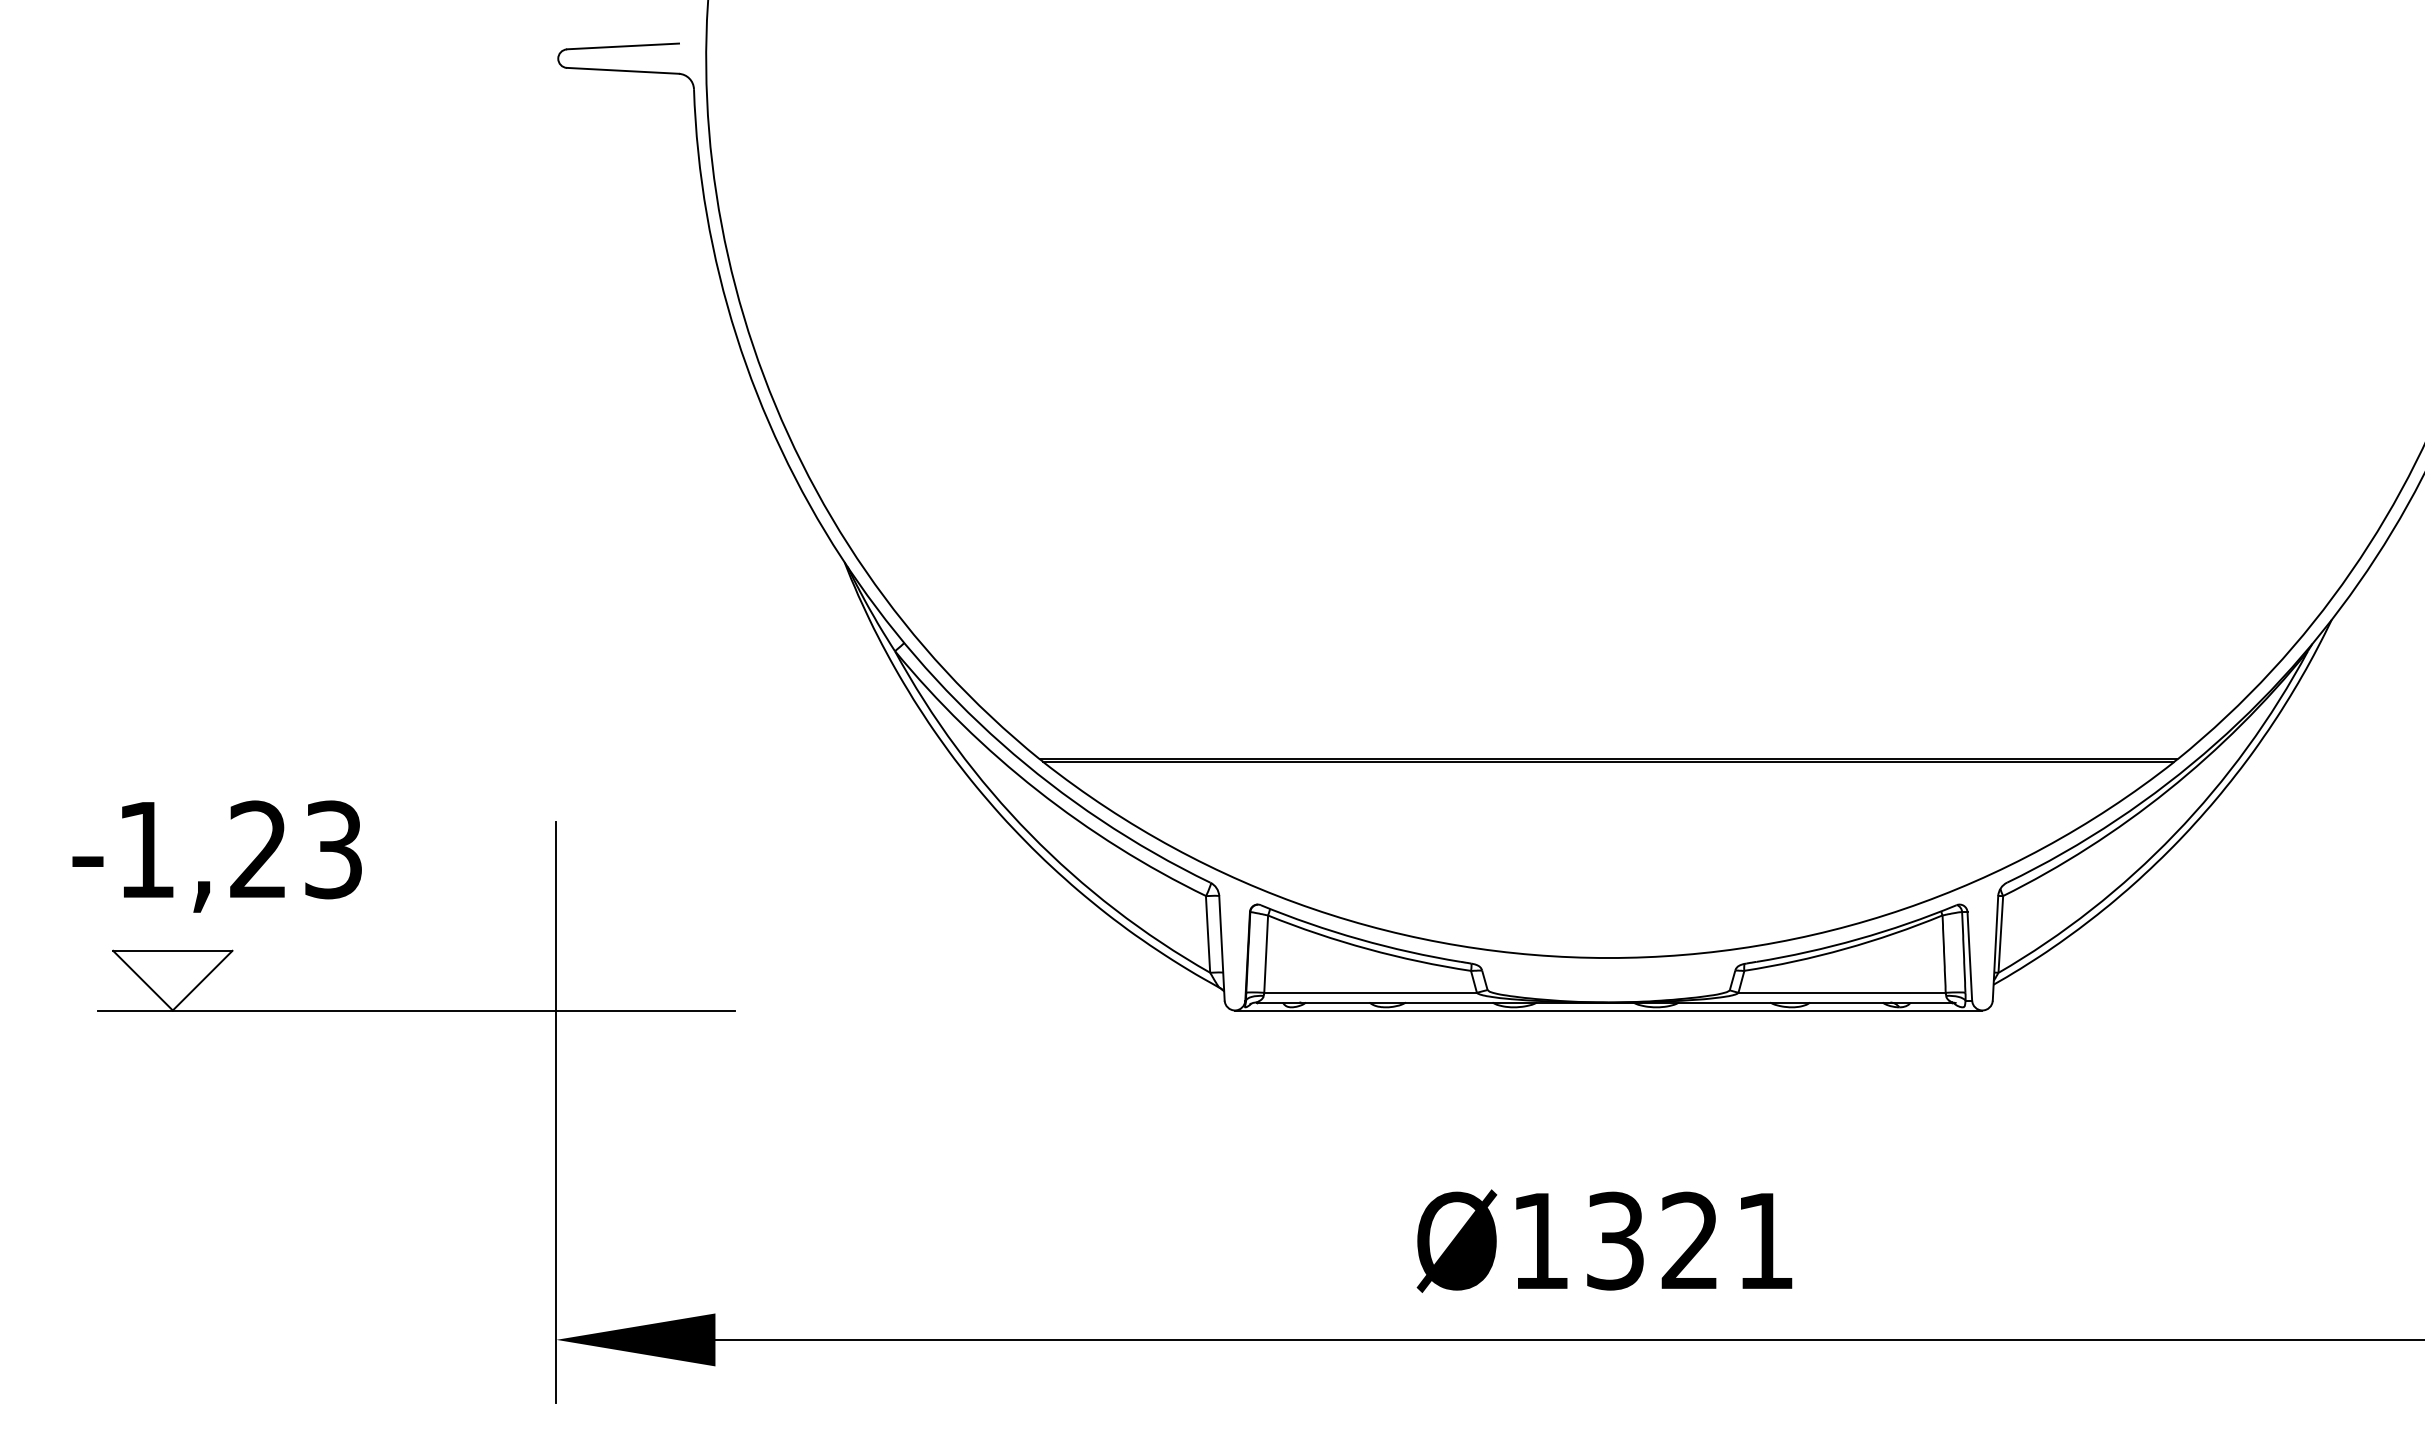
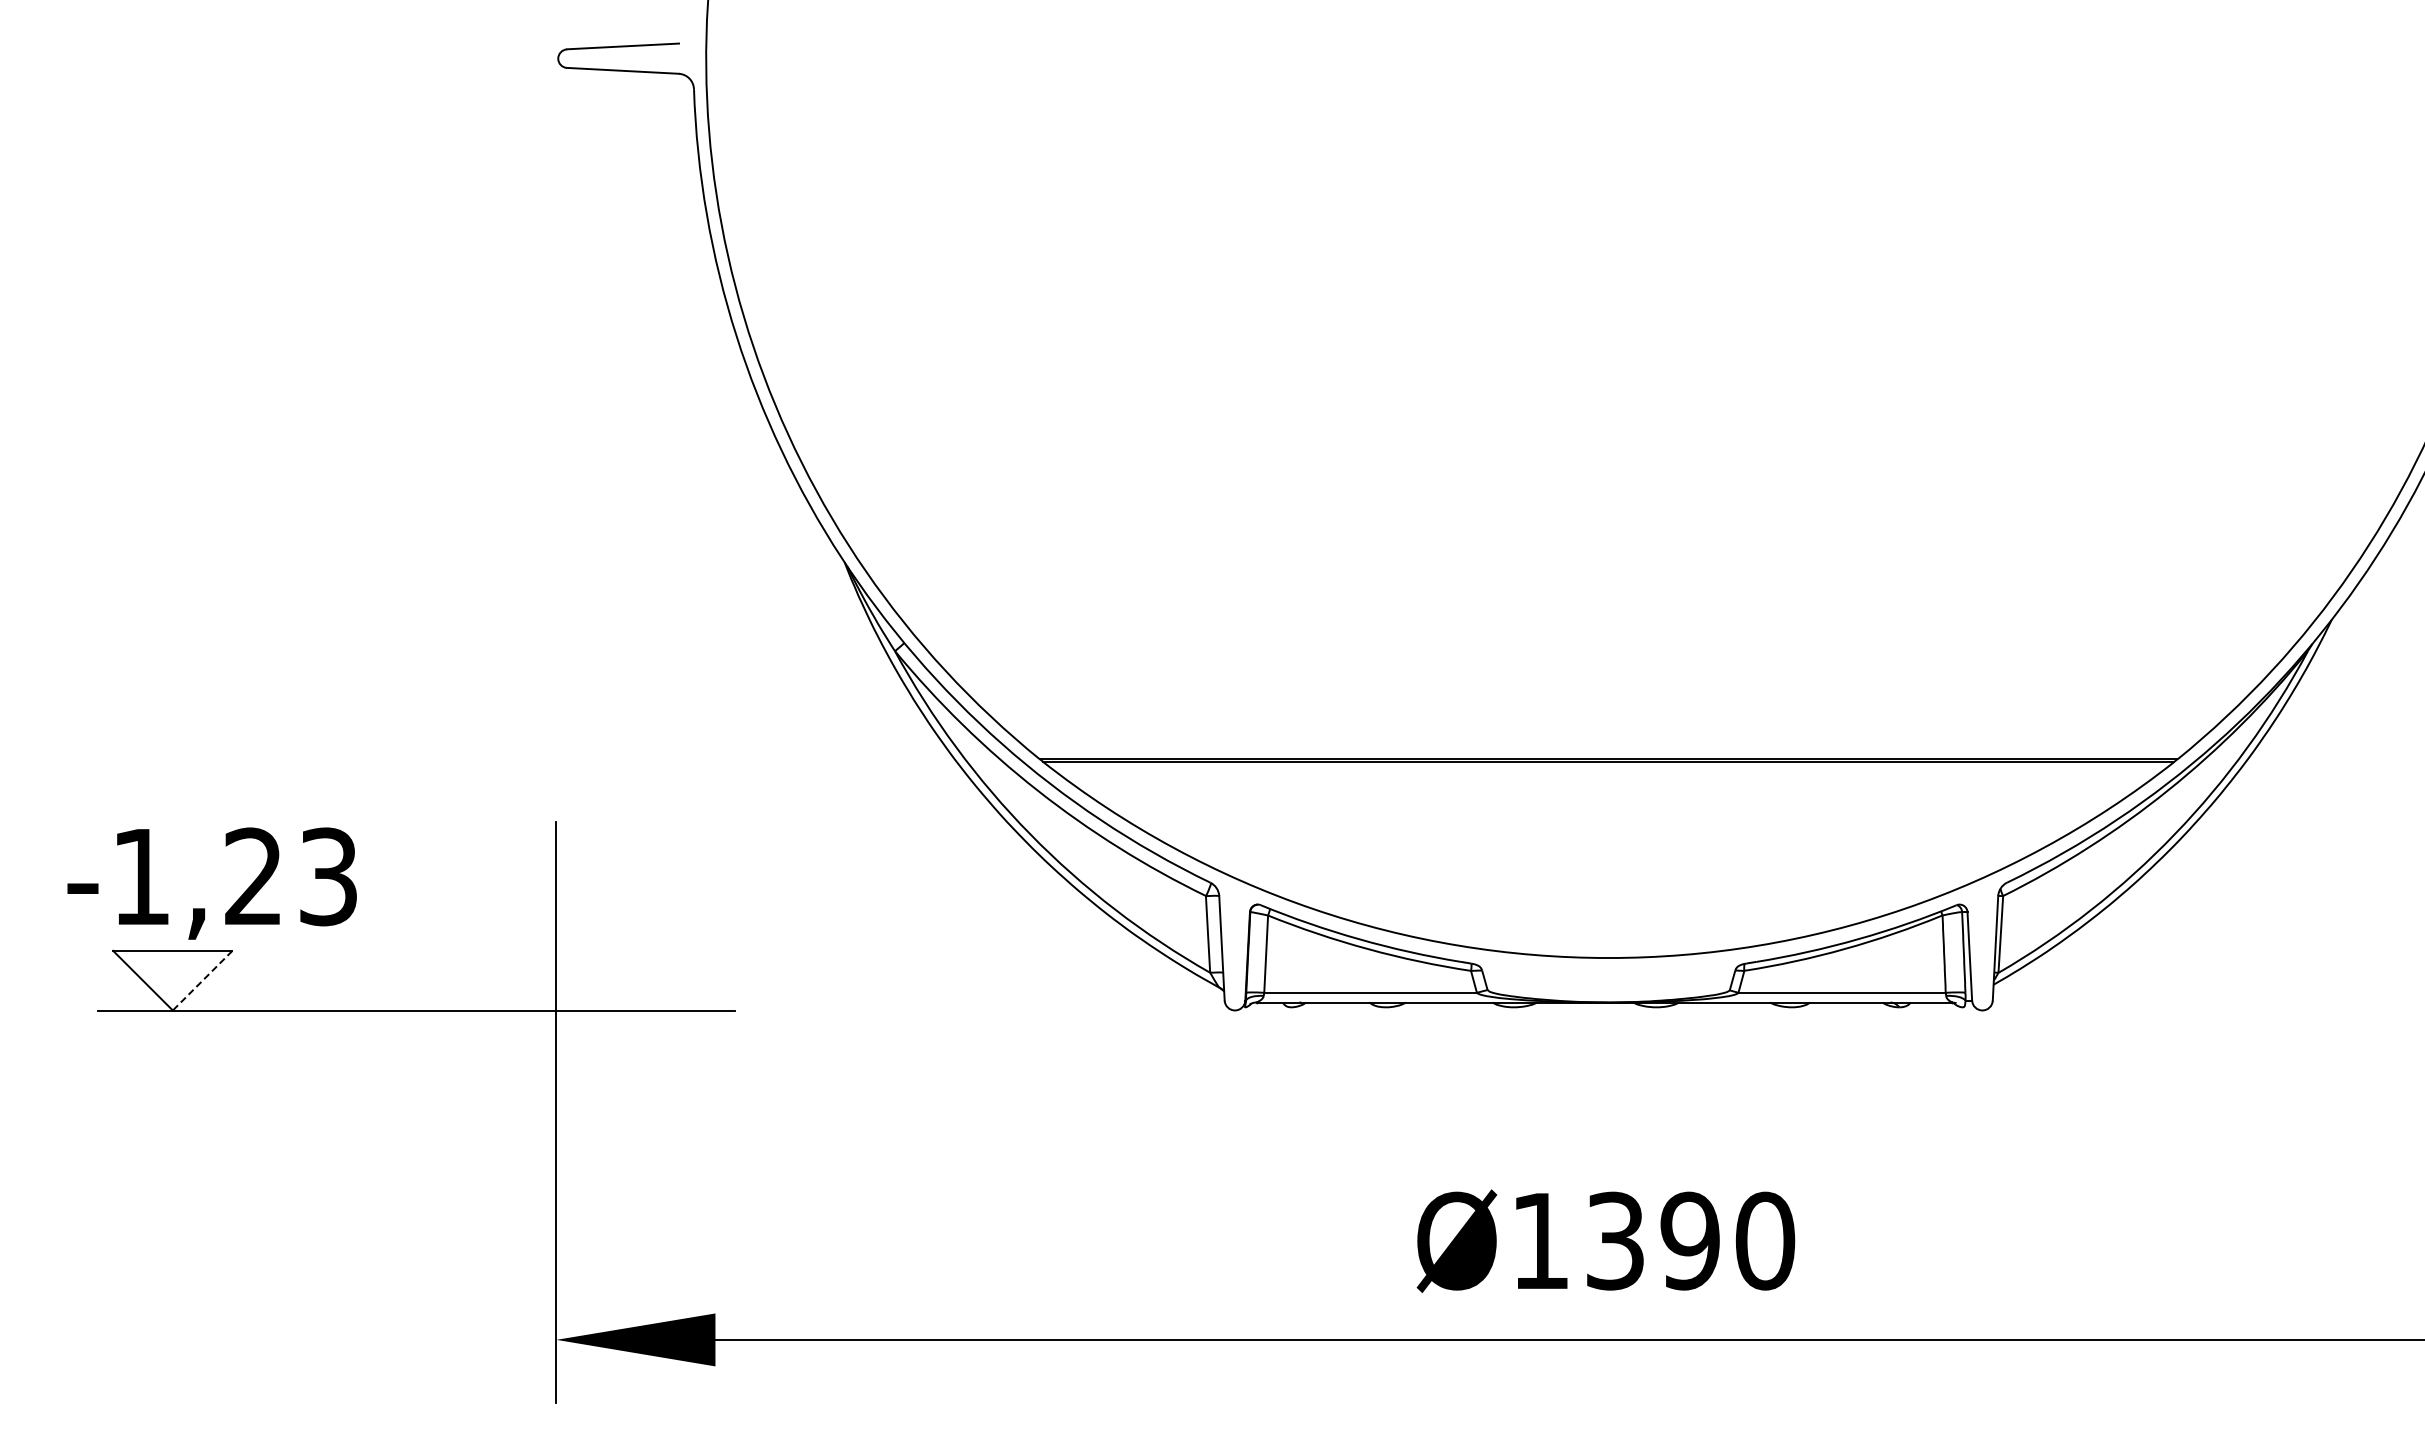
text at (216, 856) position: (216, 856) -> (211, 883)
line at (202, 981): solid -> dashed
line at (1608, 1010): present -> none
text at (1727, 1240): Ø1321 -> Ø1390
